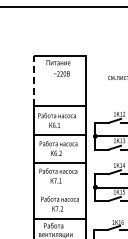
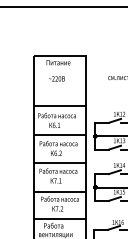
text at (61, 73) position: (61, 73) -> (56, 78)
line at (33, 80): dashed -> solid
line at (59, 192): none -> present
